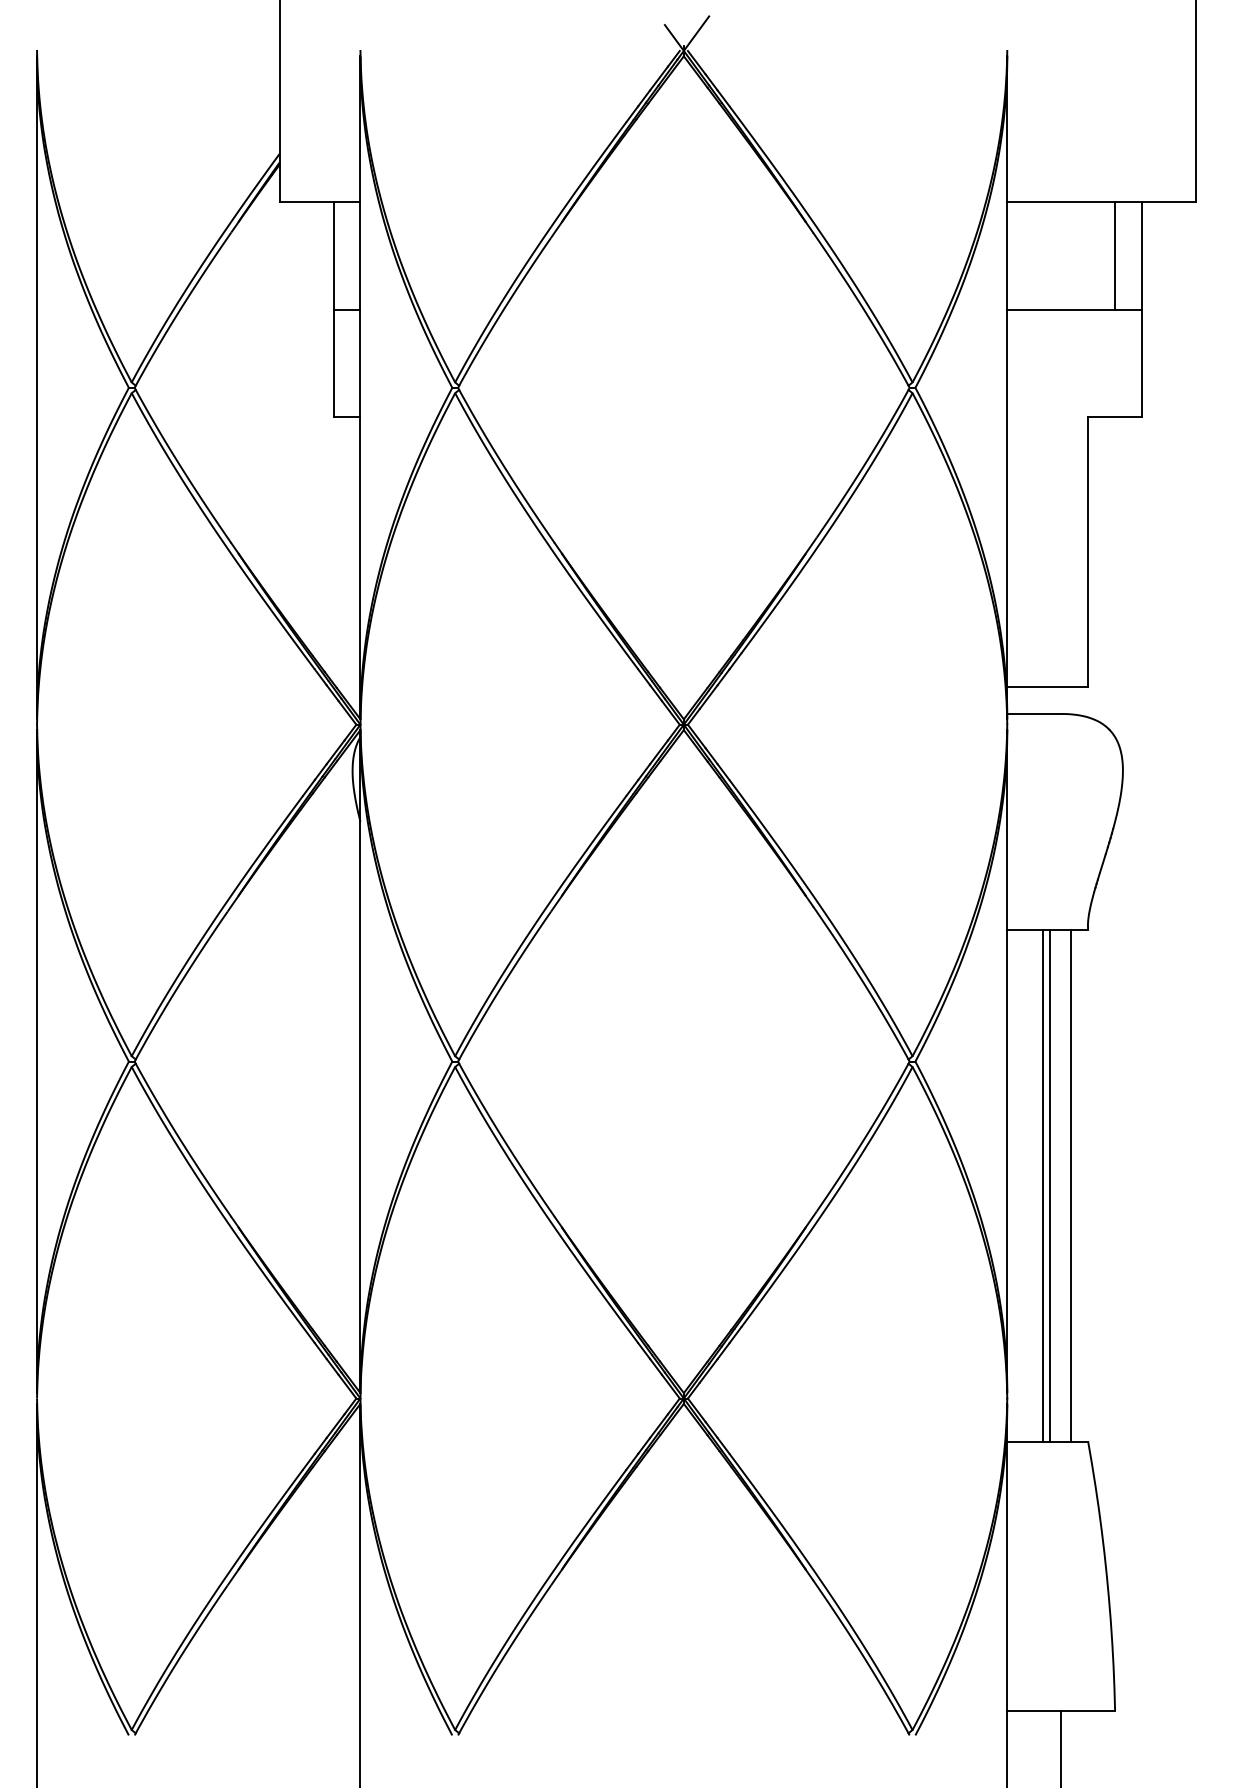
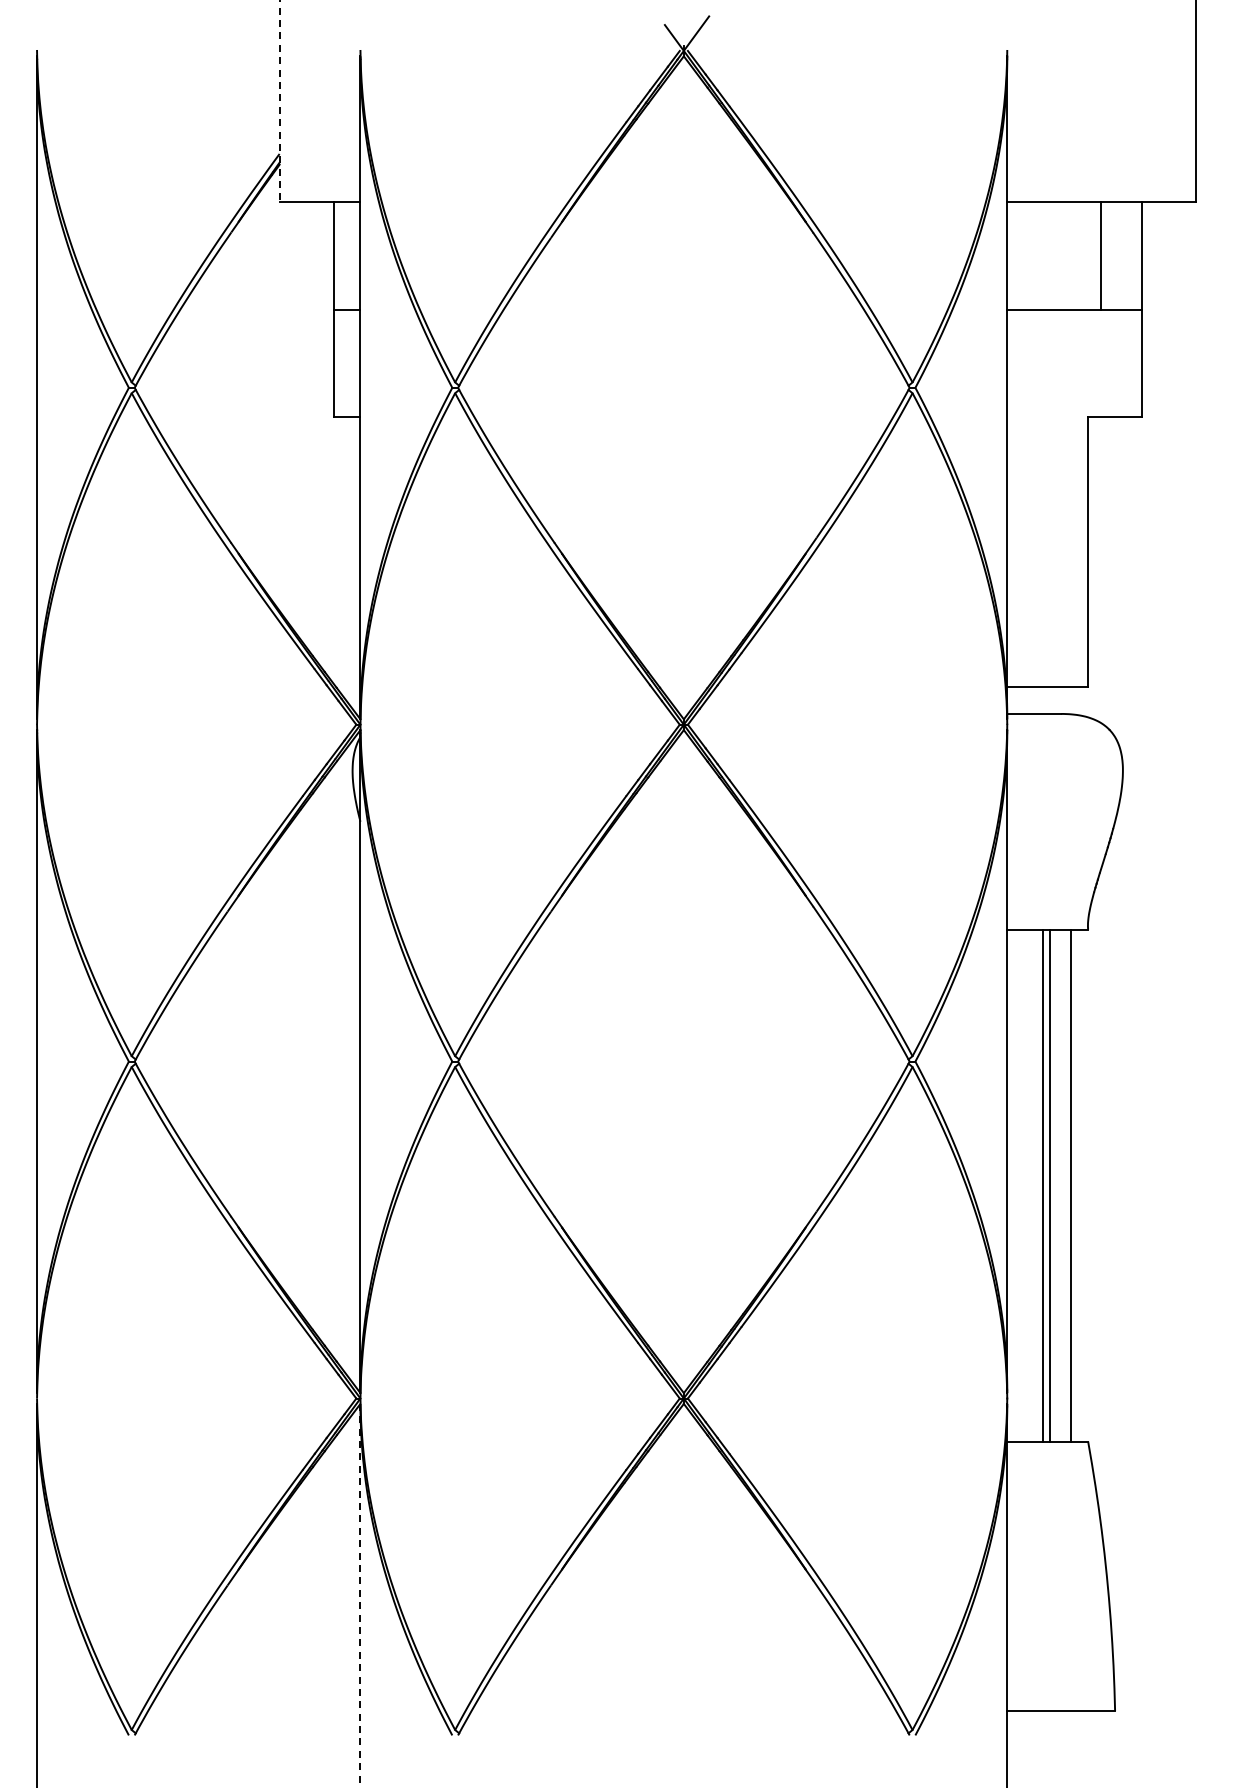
line at (279, 100): solid -> dashed
line at (1115, 255) position: (1115, 255) -> (1101, 255)
line at (360, 1595): solid -> dashed
line at (1061, 1747): present -> none
